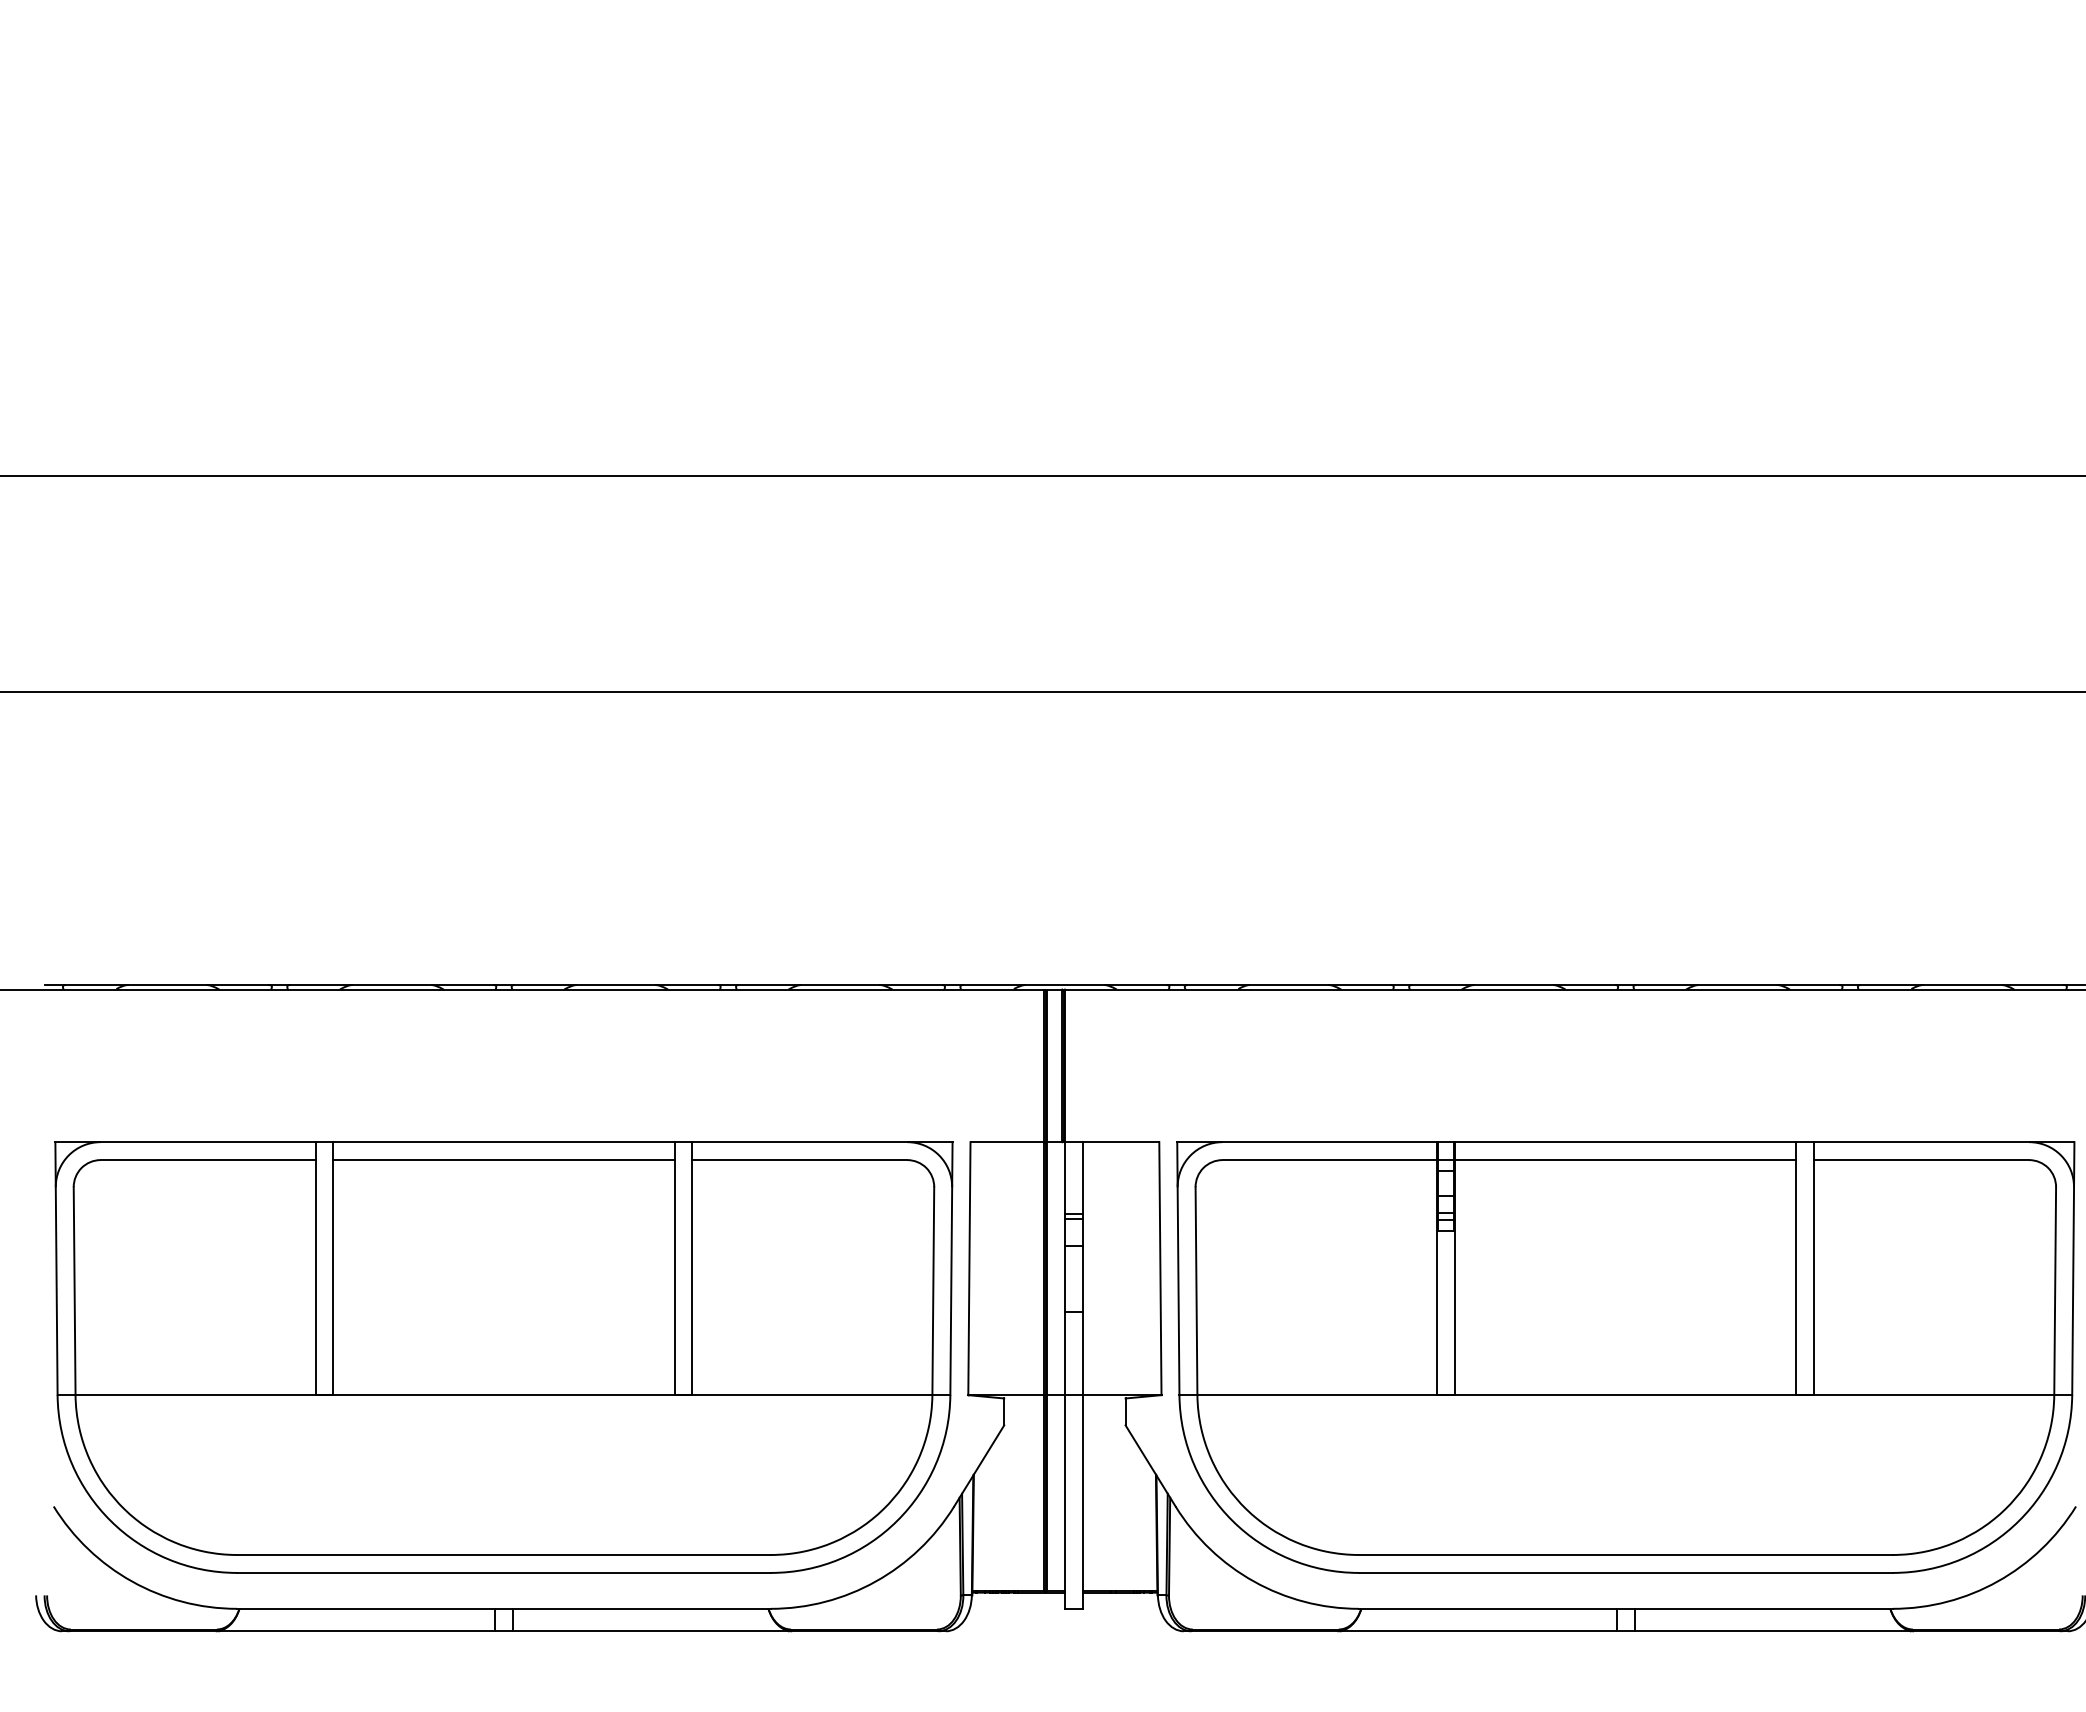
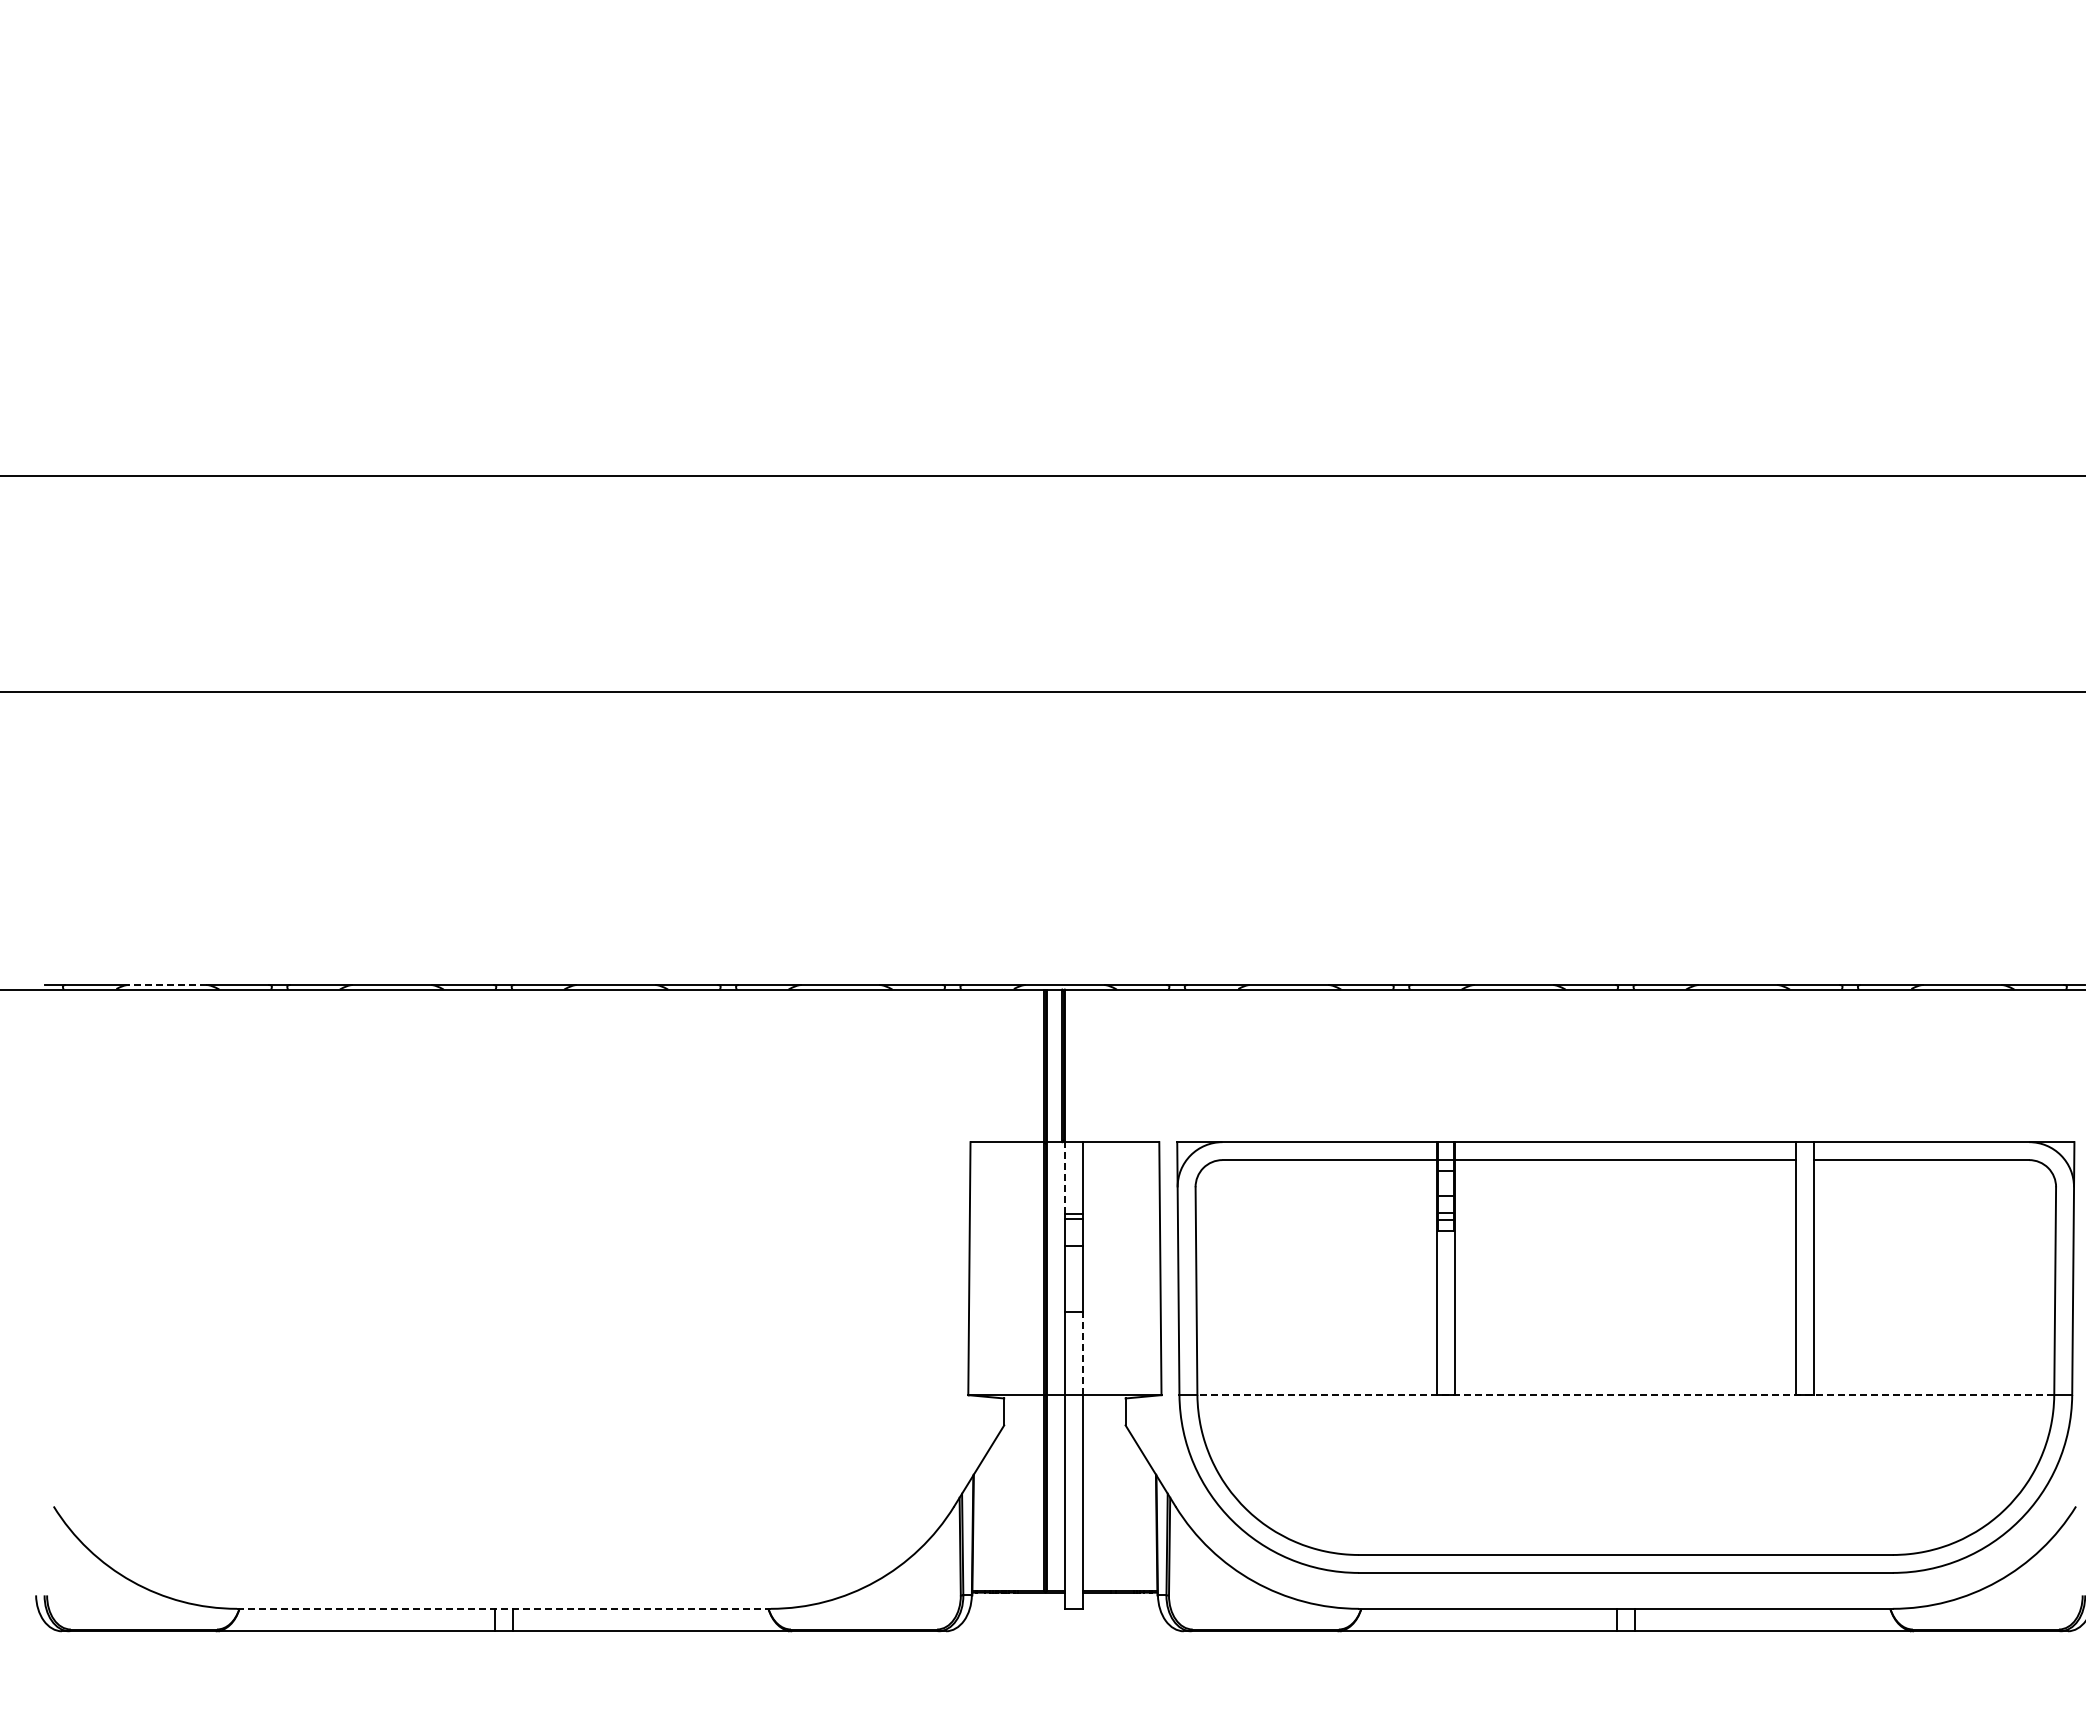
line at (167, 985): solid -> dashed
line at (1064, 1178): solid -> dashed
line at (1082, 1353): solid -> dashed
part at (503, 1357): present -> none
line at (1625, 1395): solid -> dashed
line at (503, 1608): solid -> dashed
